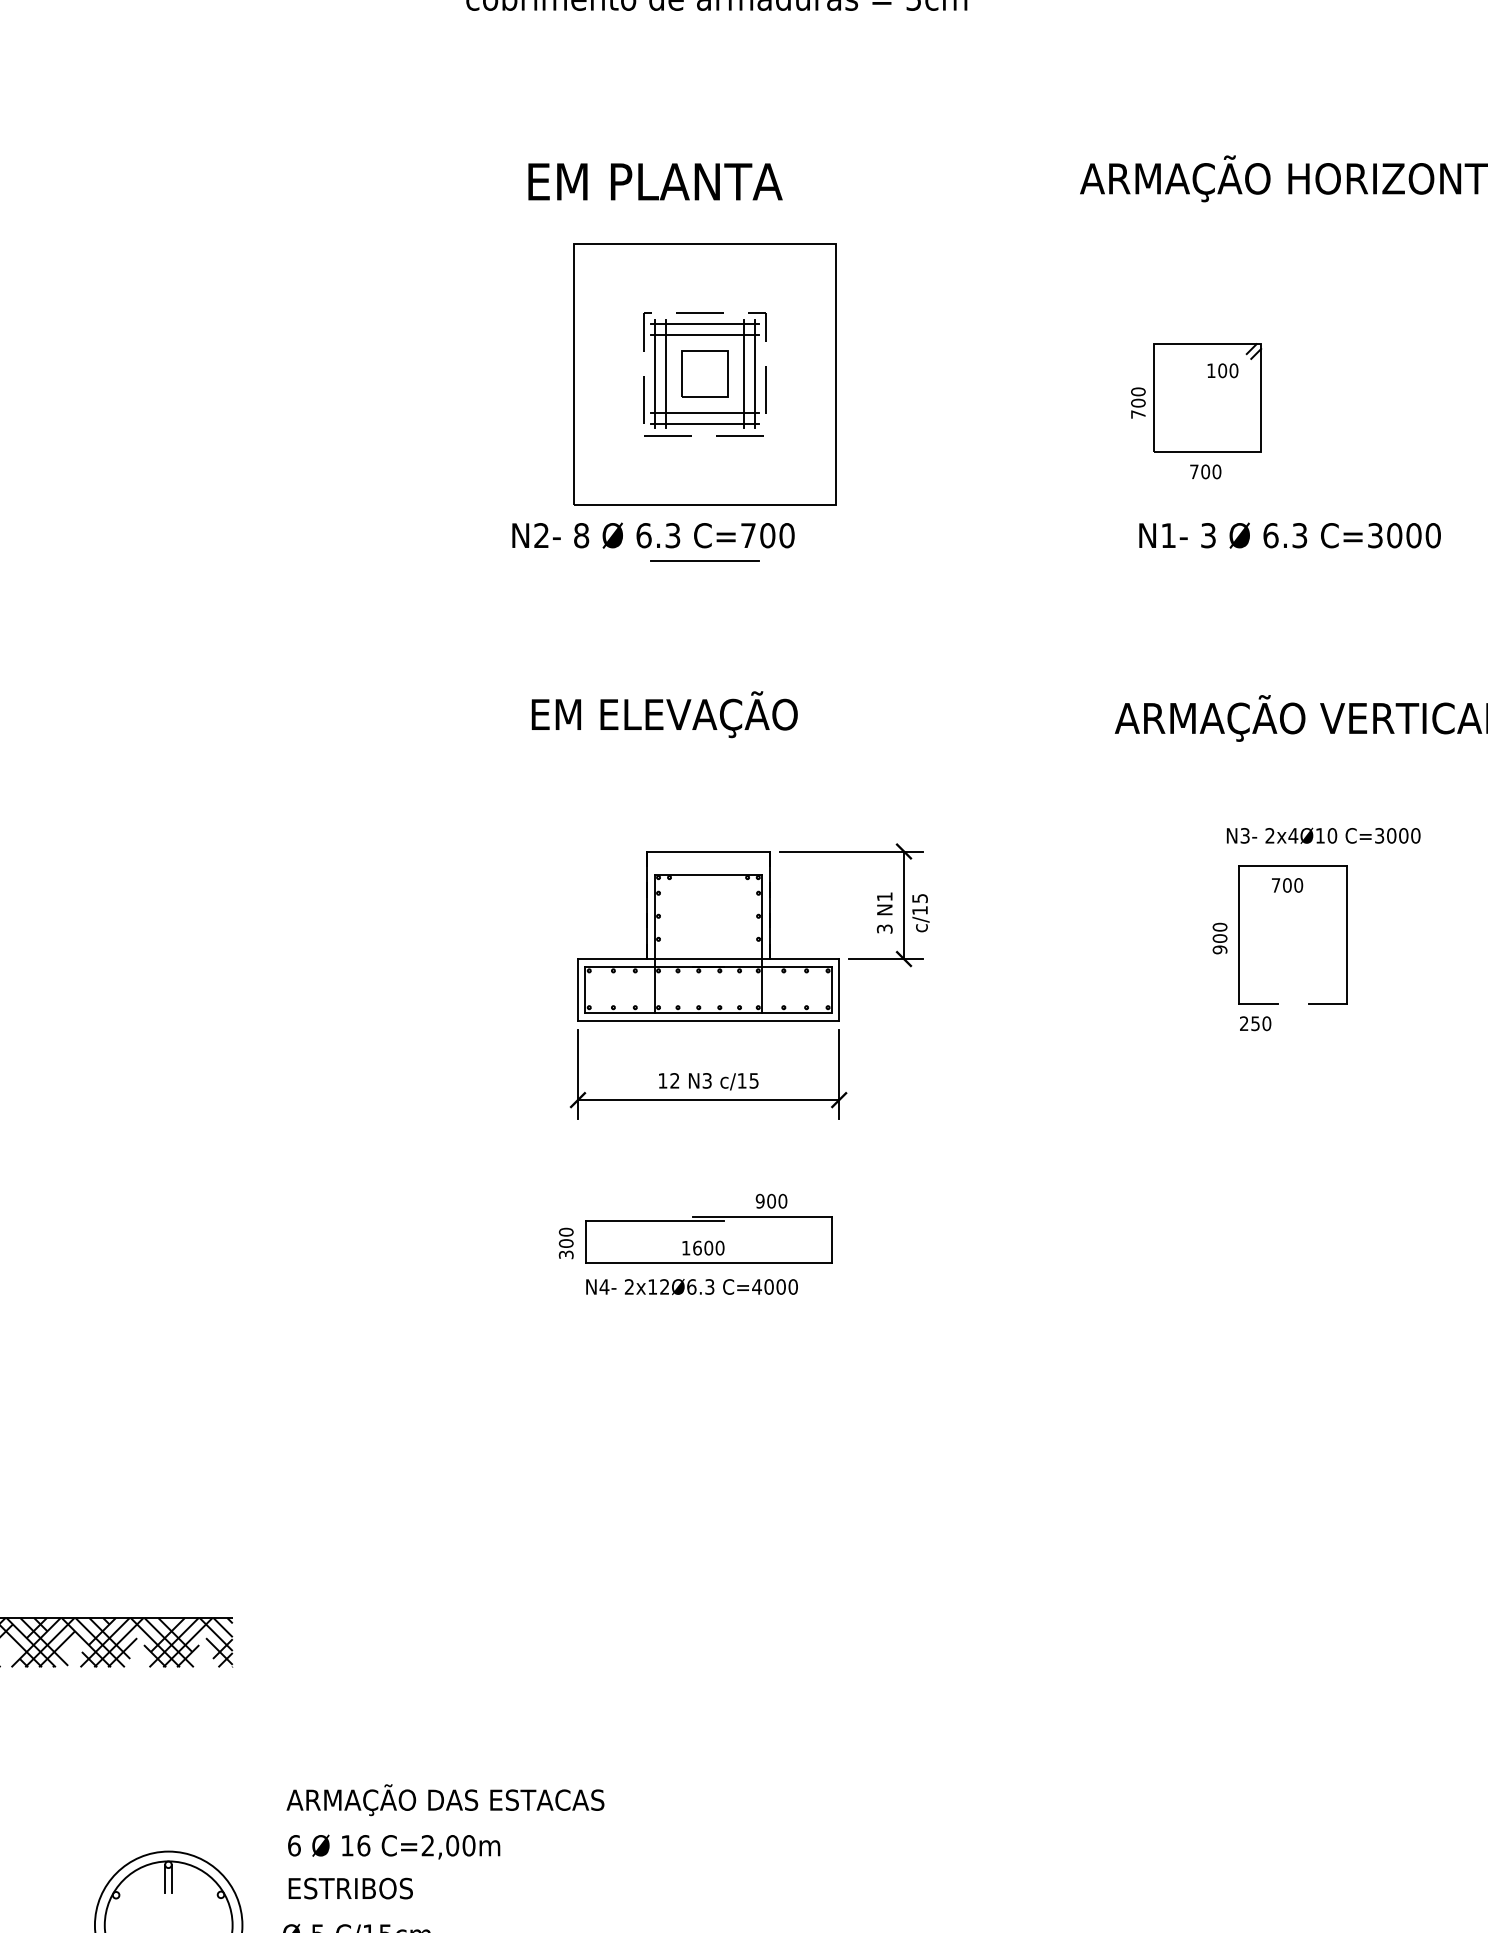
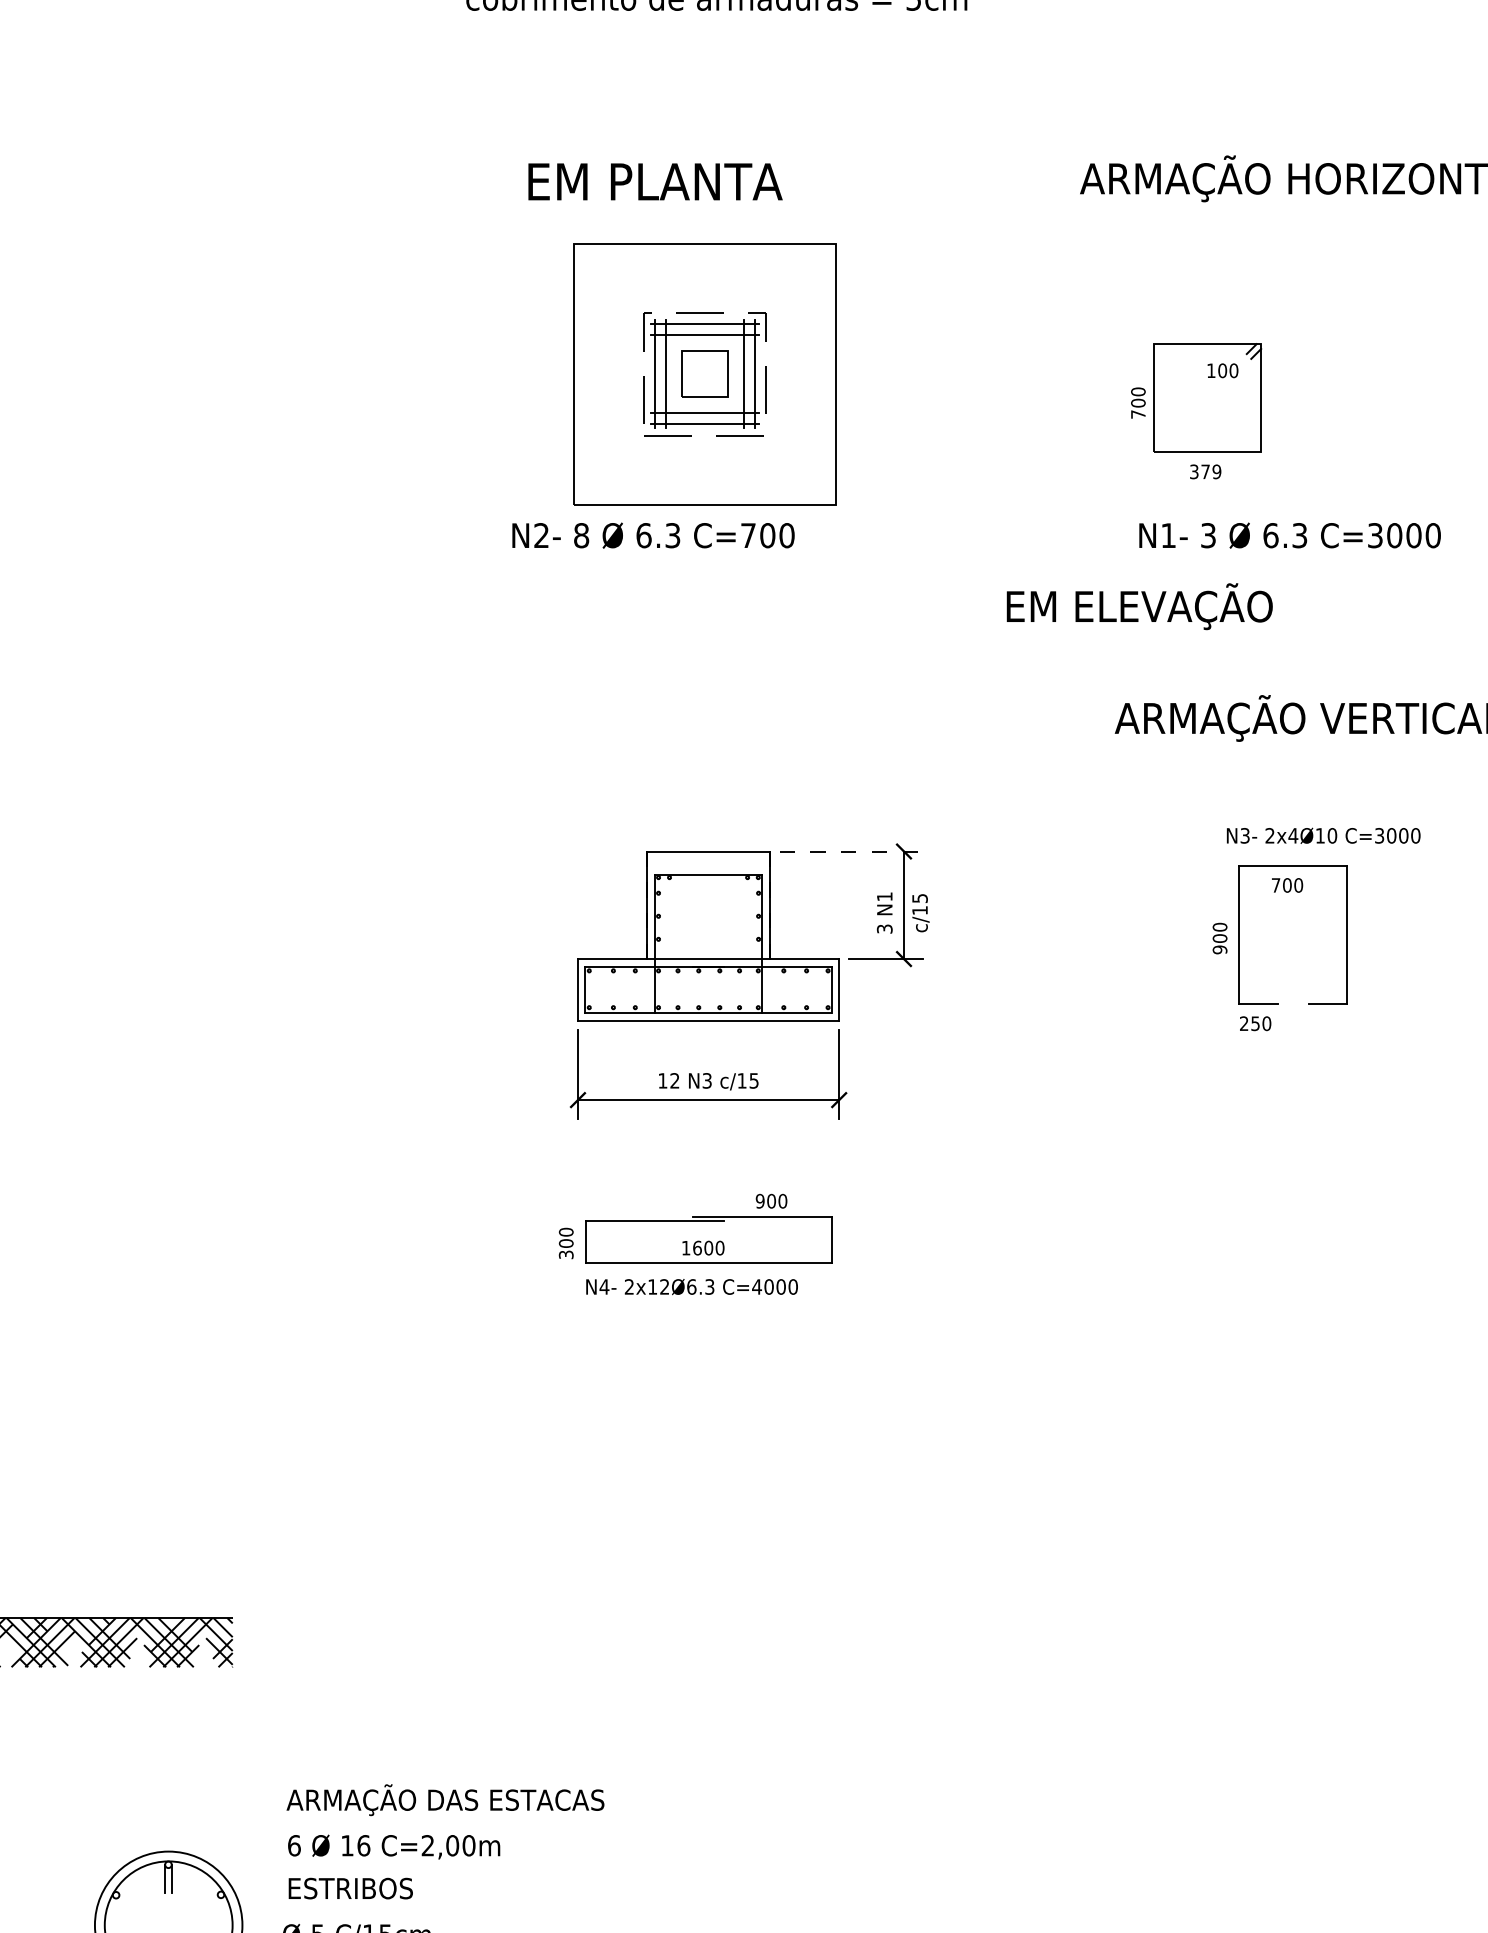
text at (1205, 471): 700 -> 379
line at (704, 560): present -> none
text at (664, 714) position: (664, 714) -> (1139, 606)
line at (851, 851): solid -> dashed
